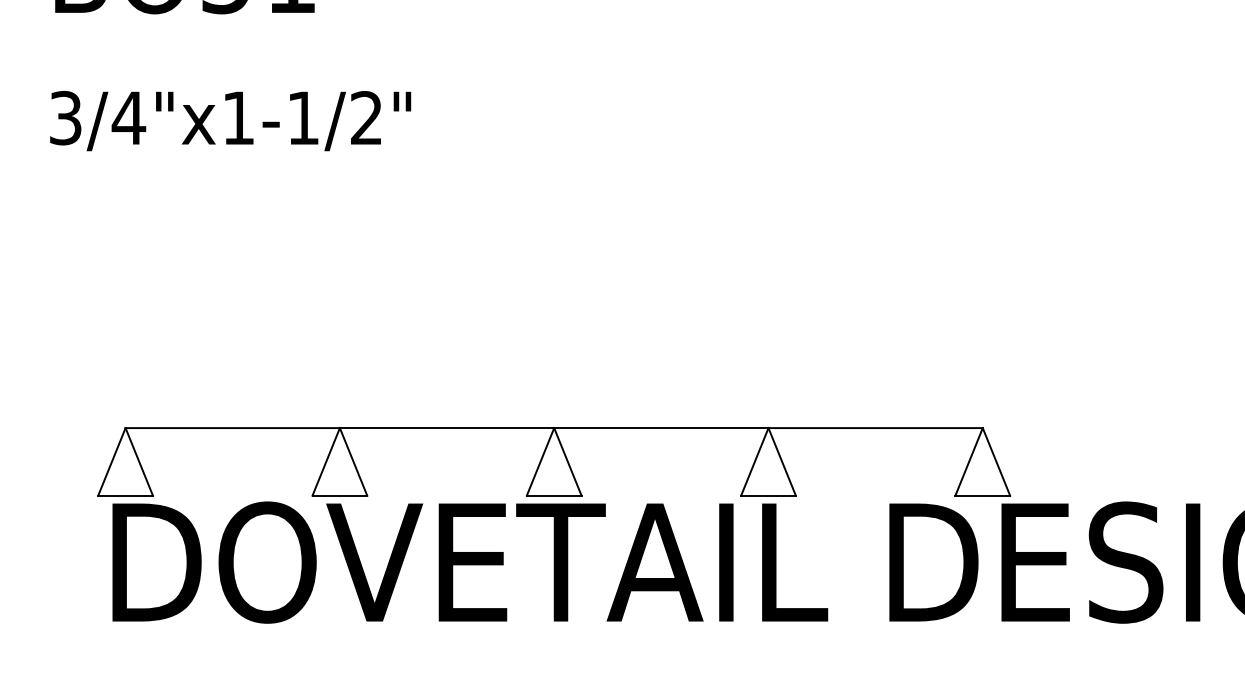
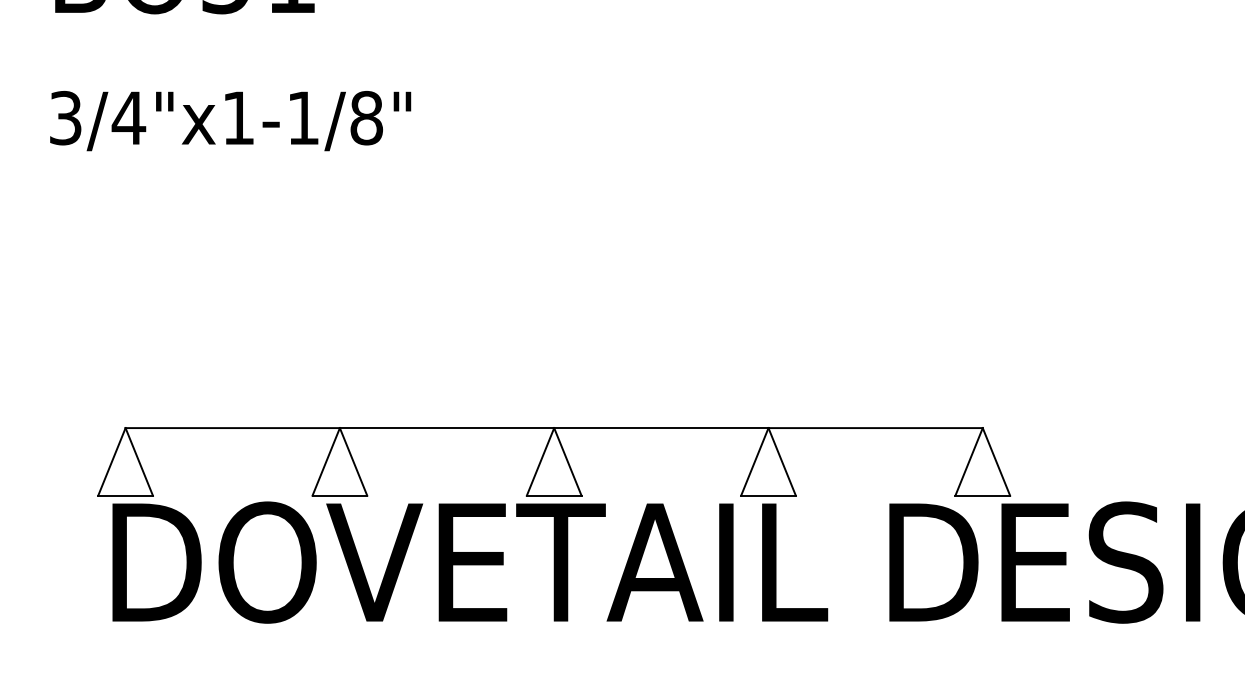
text at (366, 118): 3/4"x1-1/2" -> 3/4"x1-1/8"
